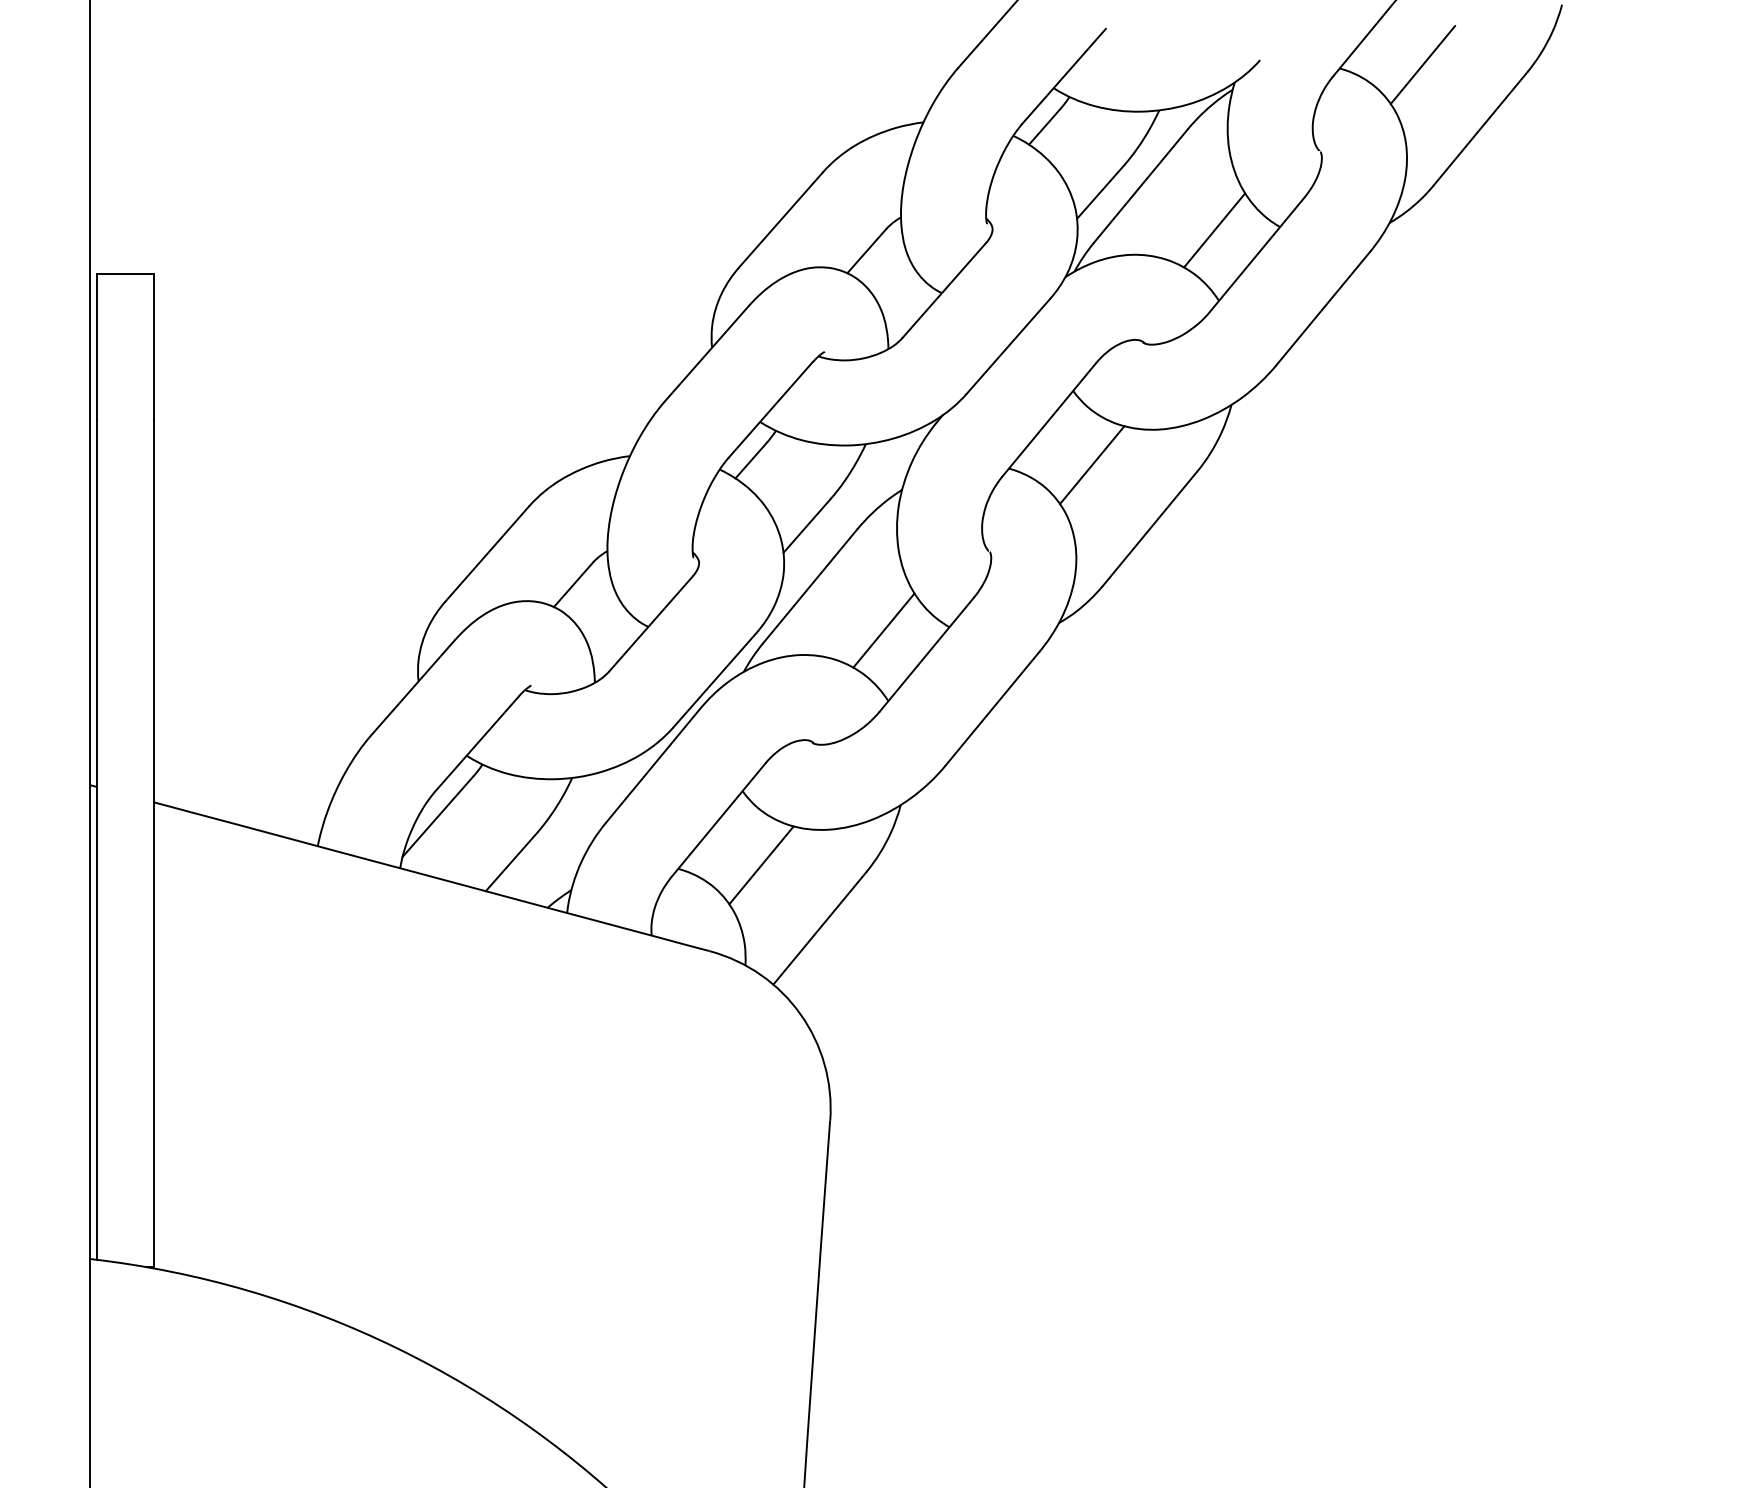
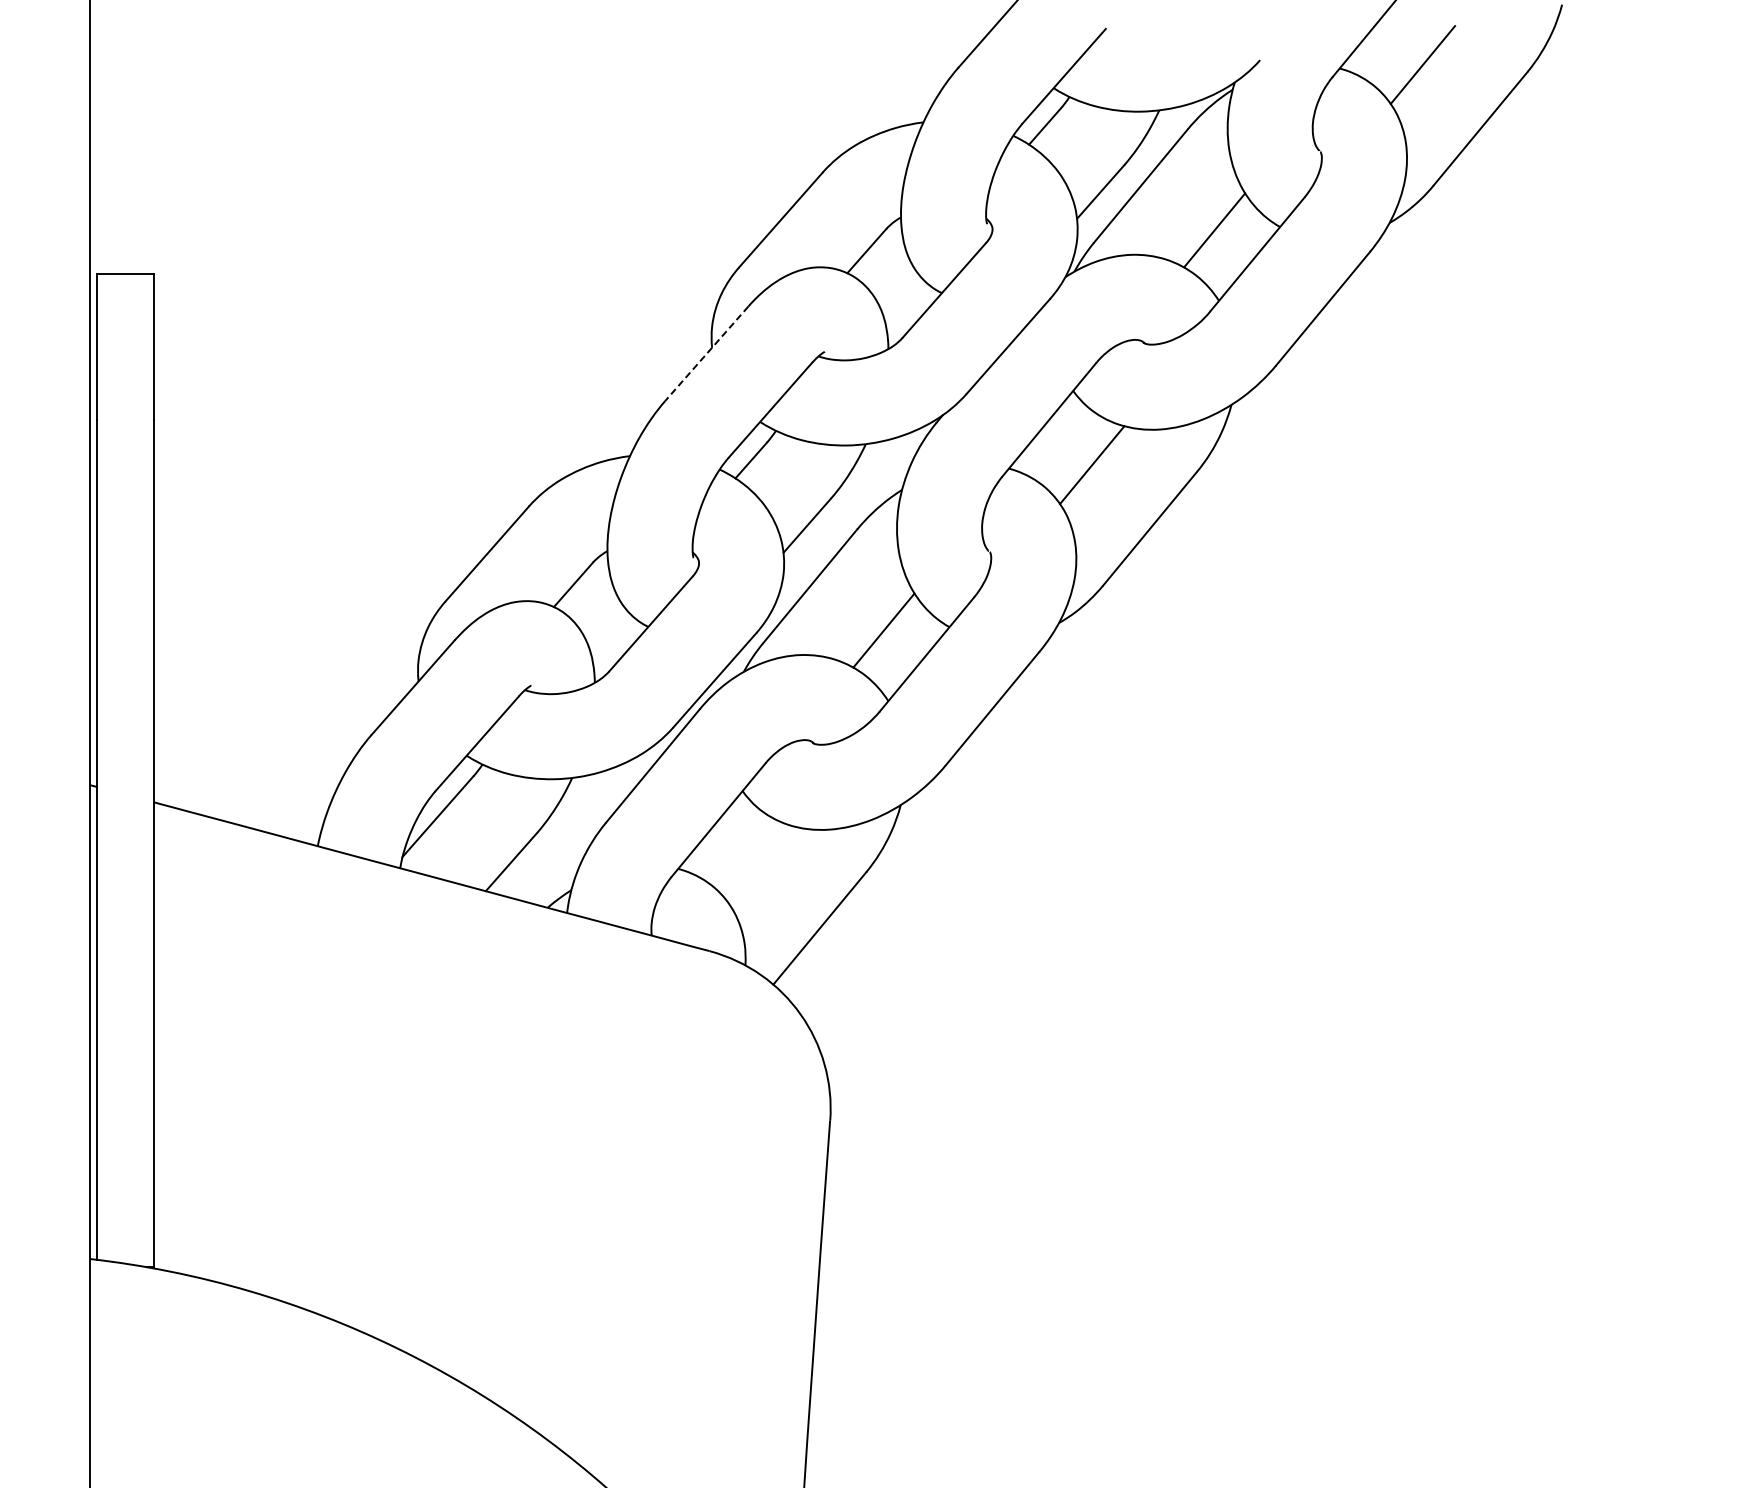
line at (706, 354): solid -> dashed
line at (761, 865): present -> none
